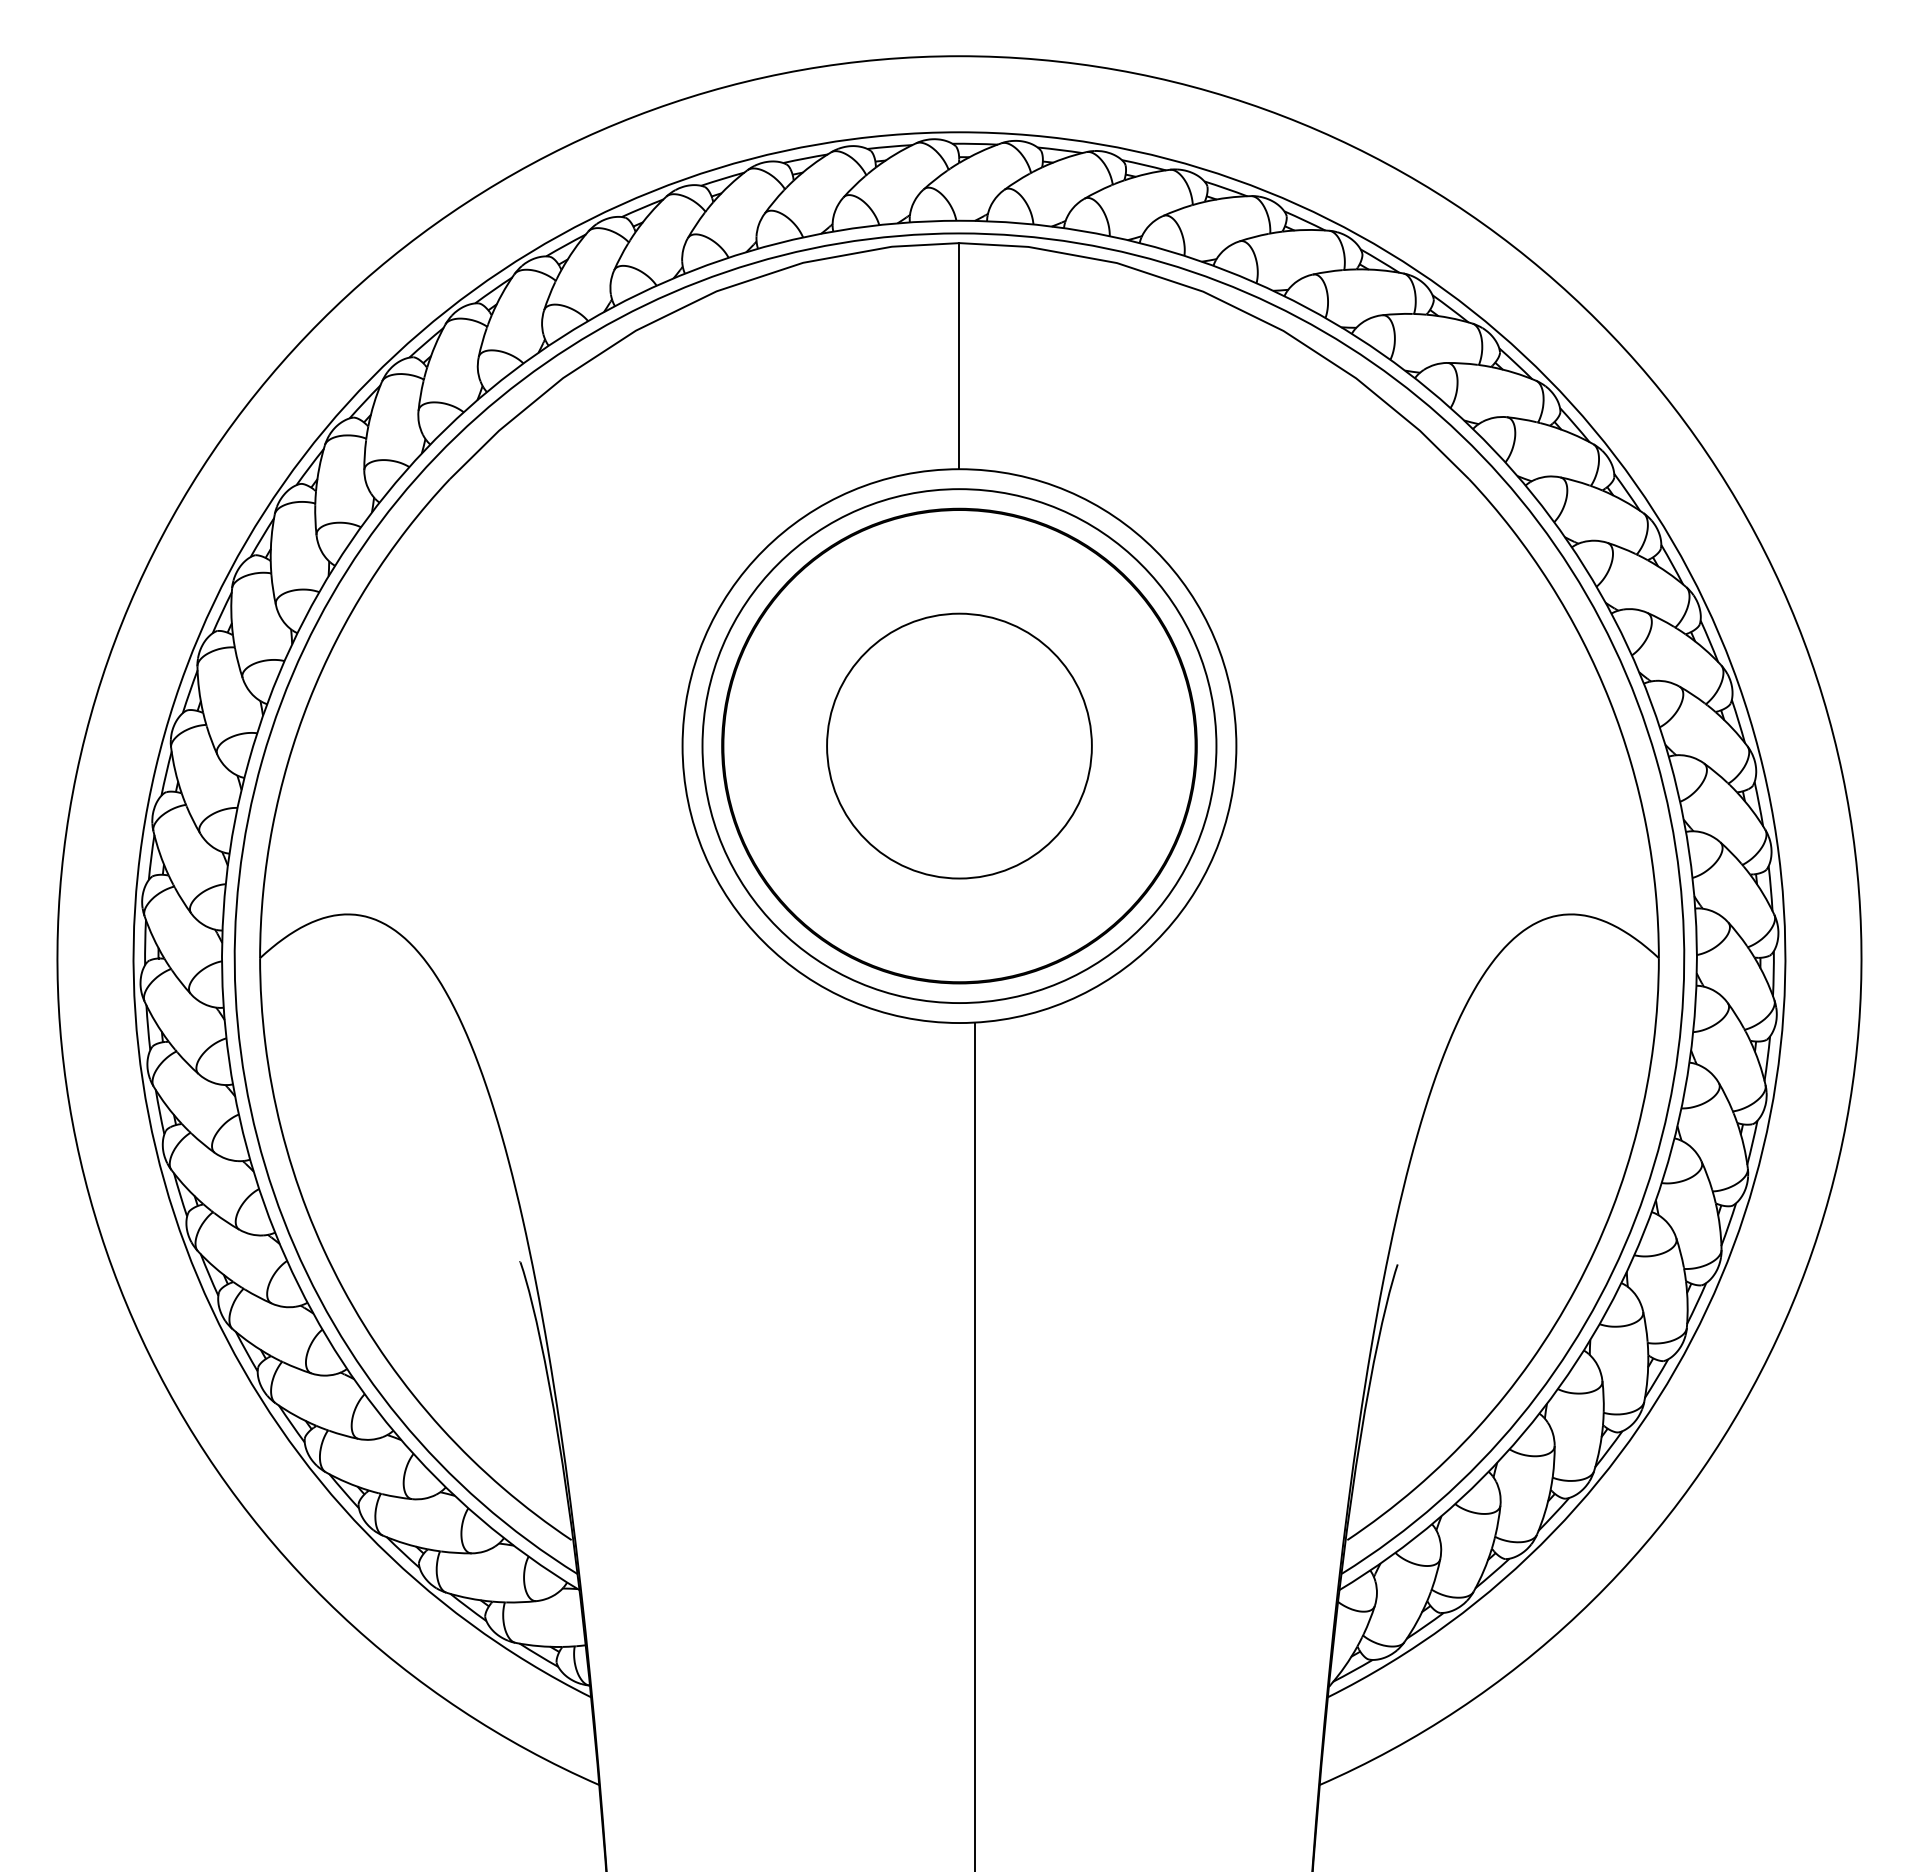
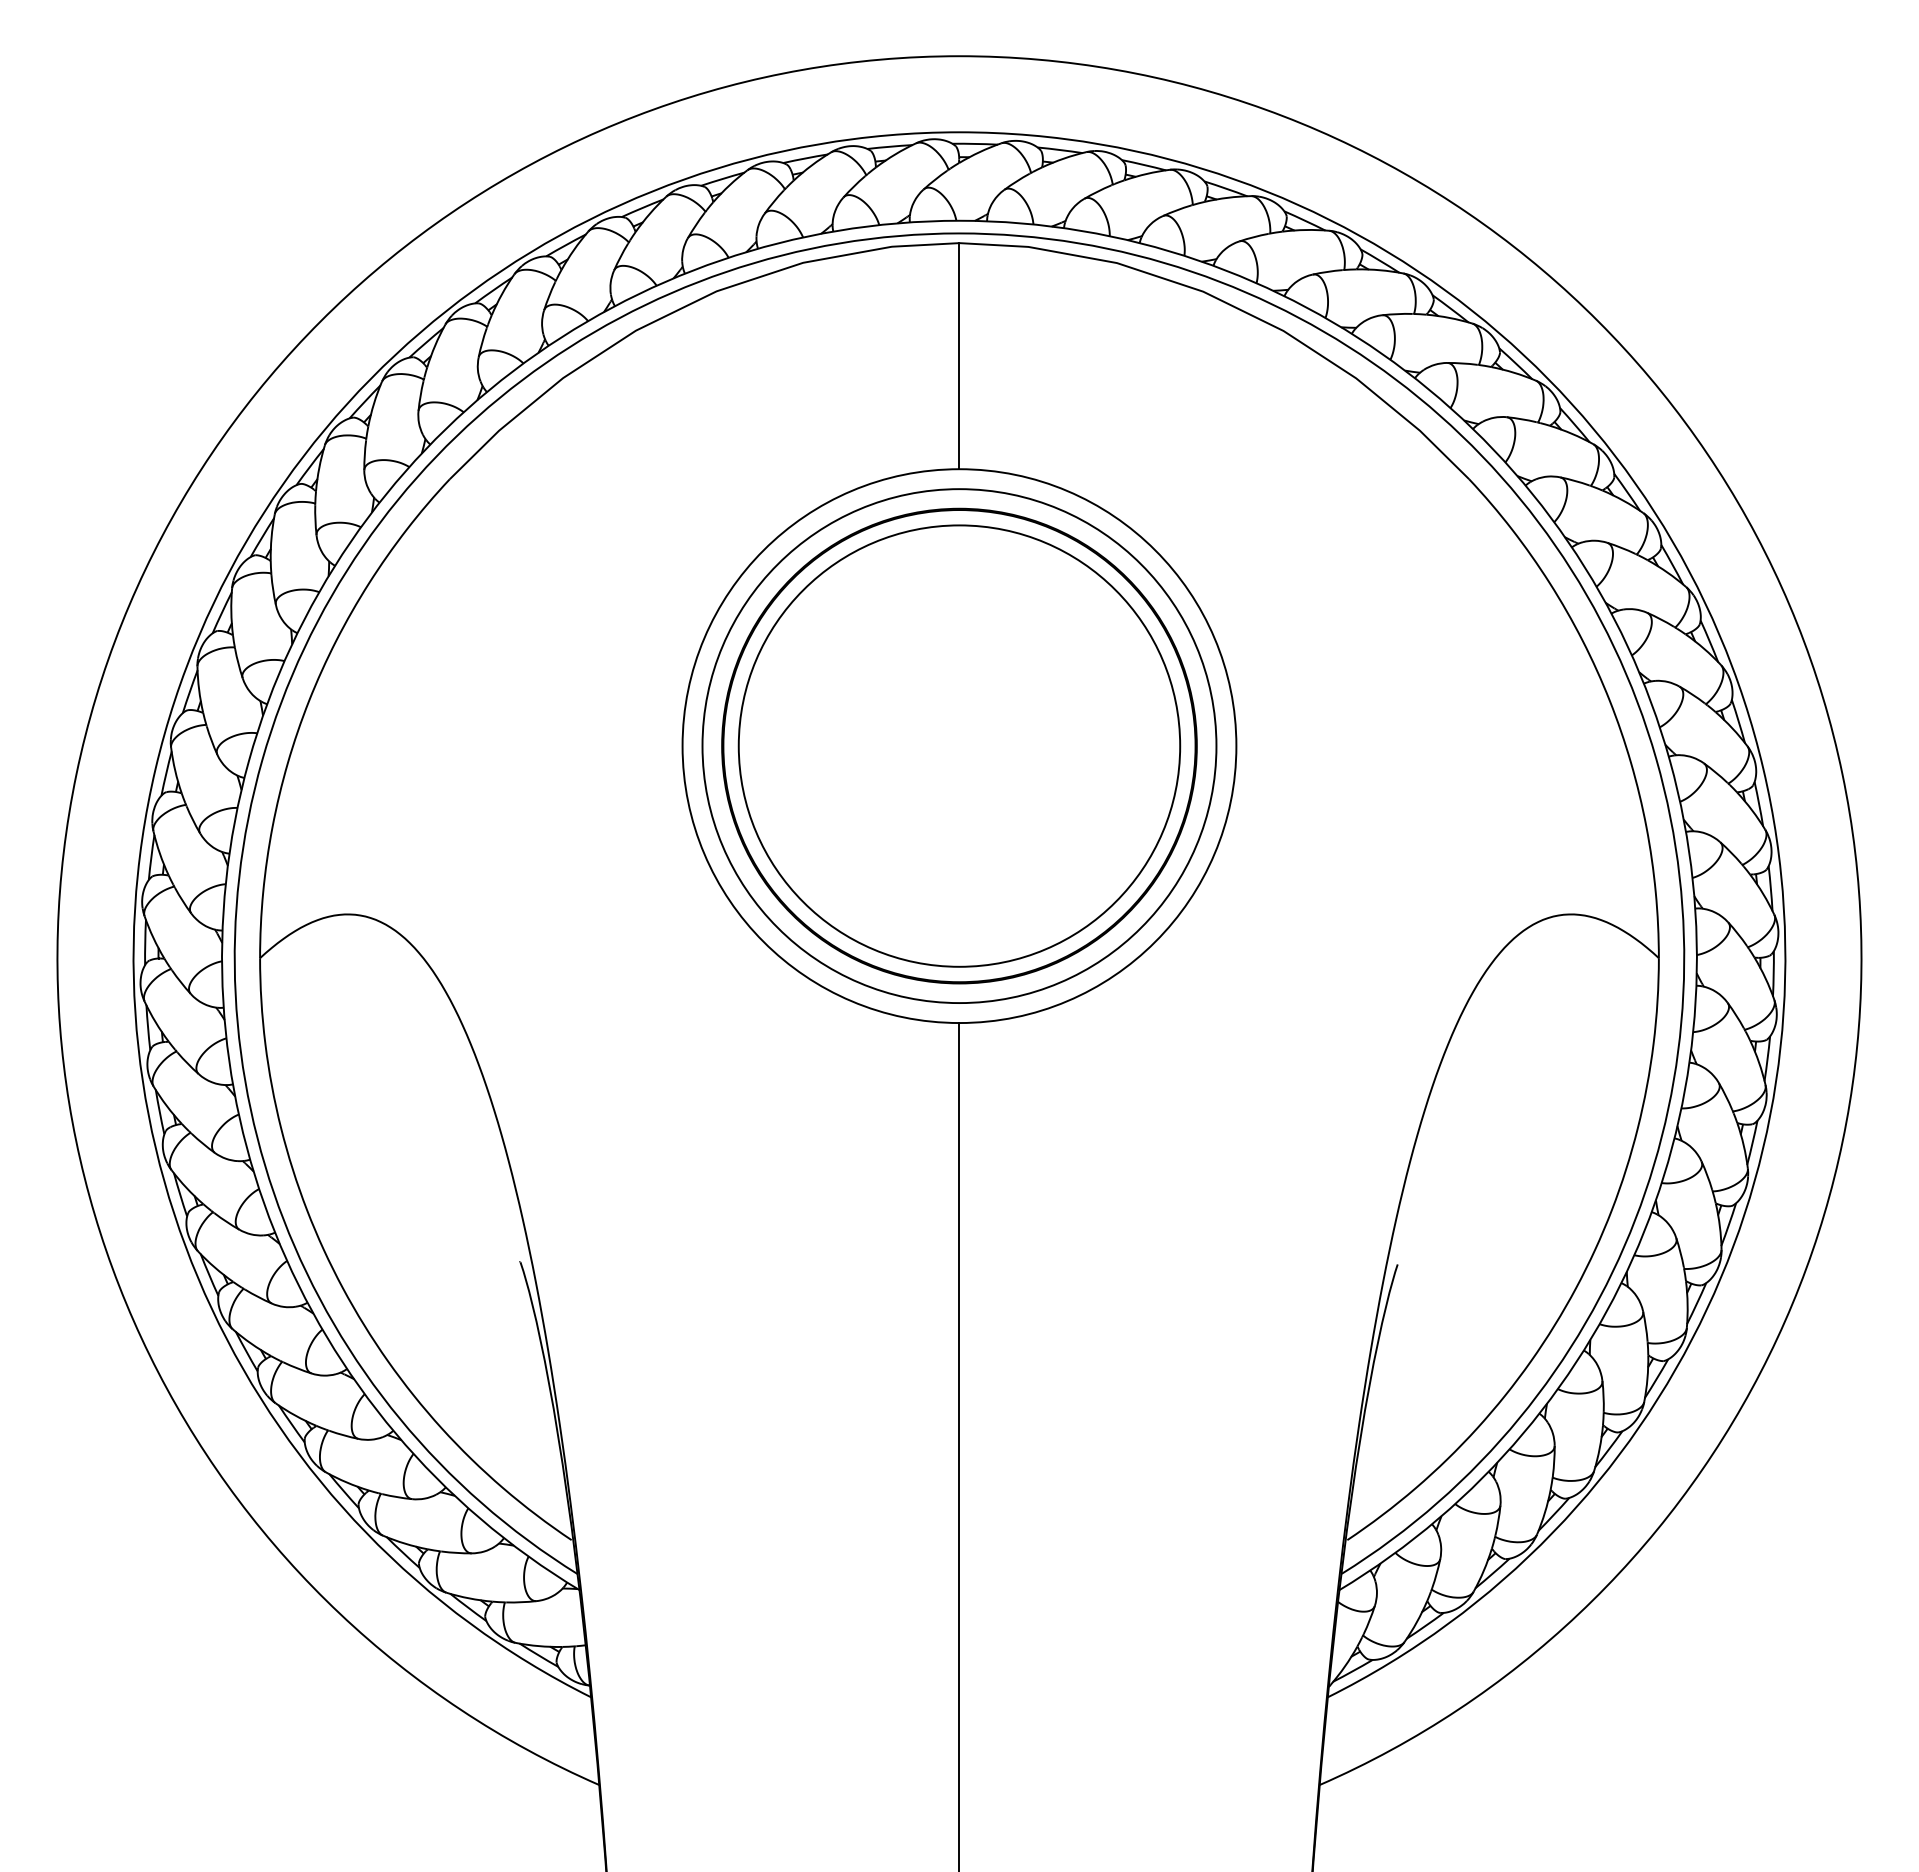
circle at (959, 745) diameter: 265 px -> 441 px
line at (975, 1445) position: (975, 1445) -> (959, 1445)
